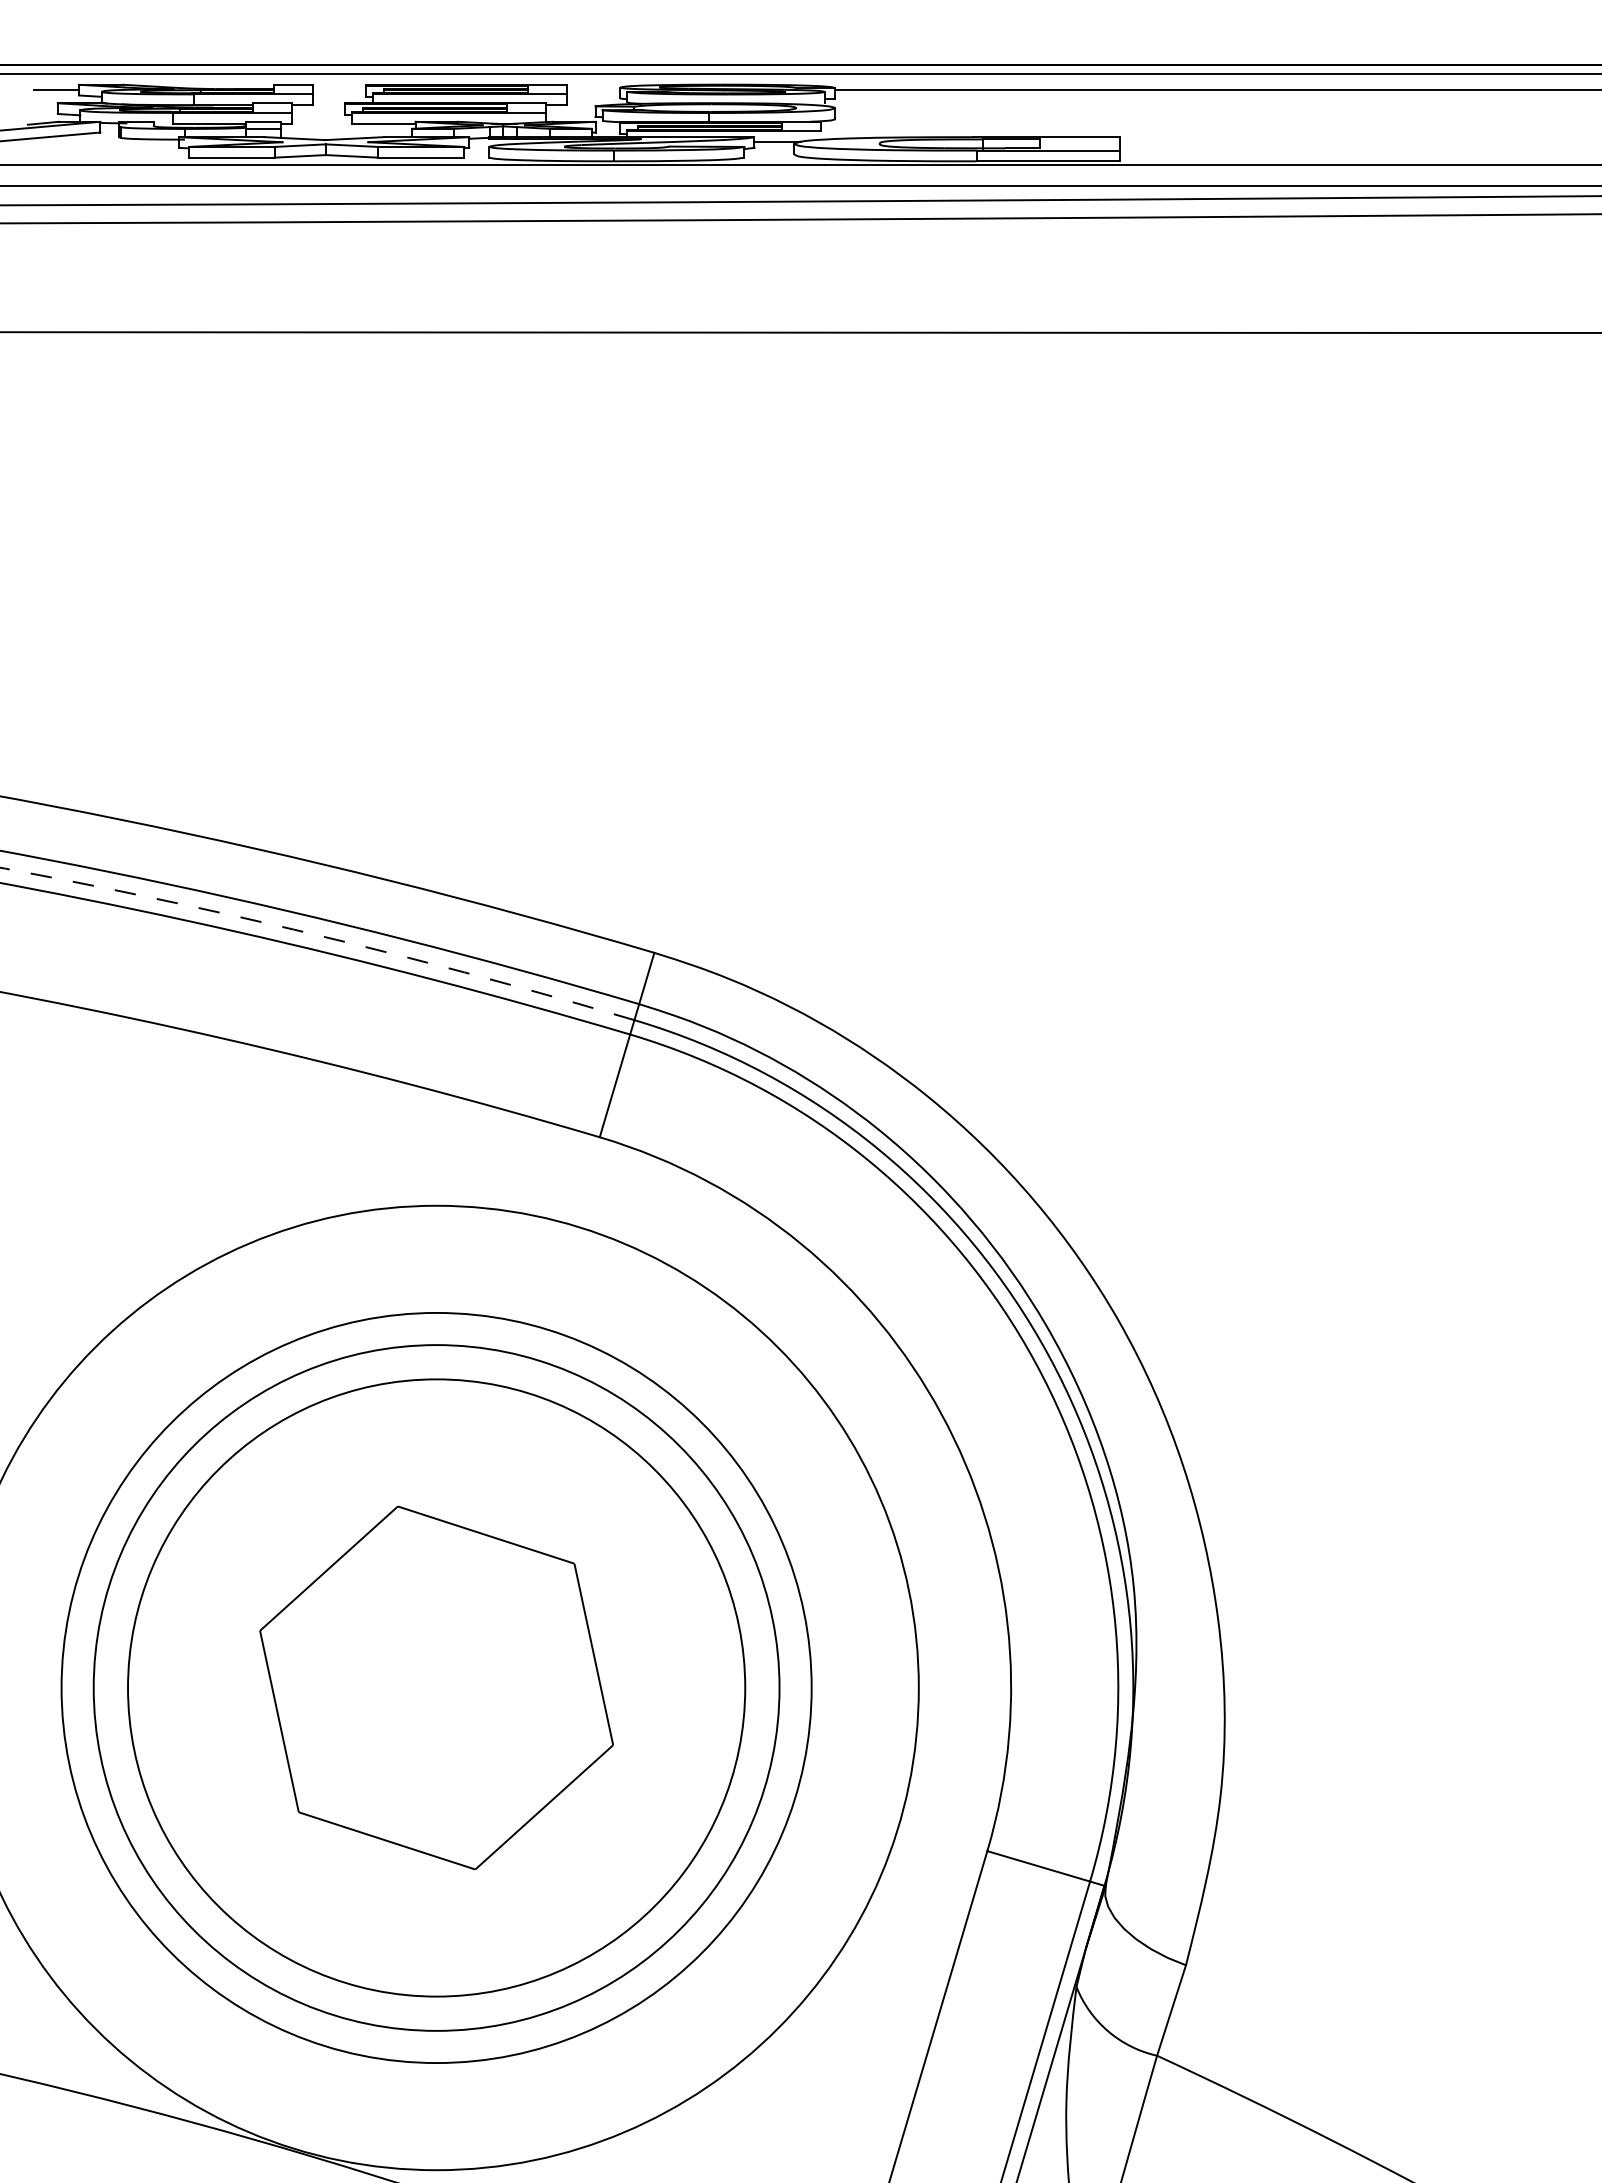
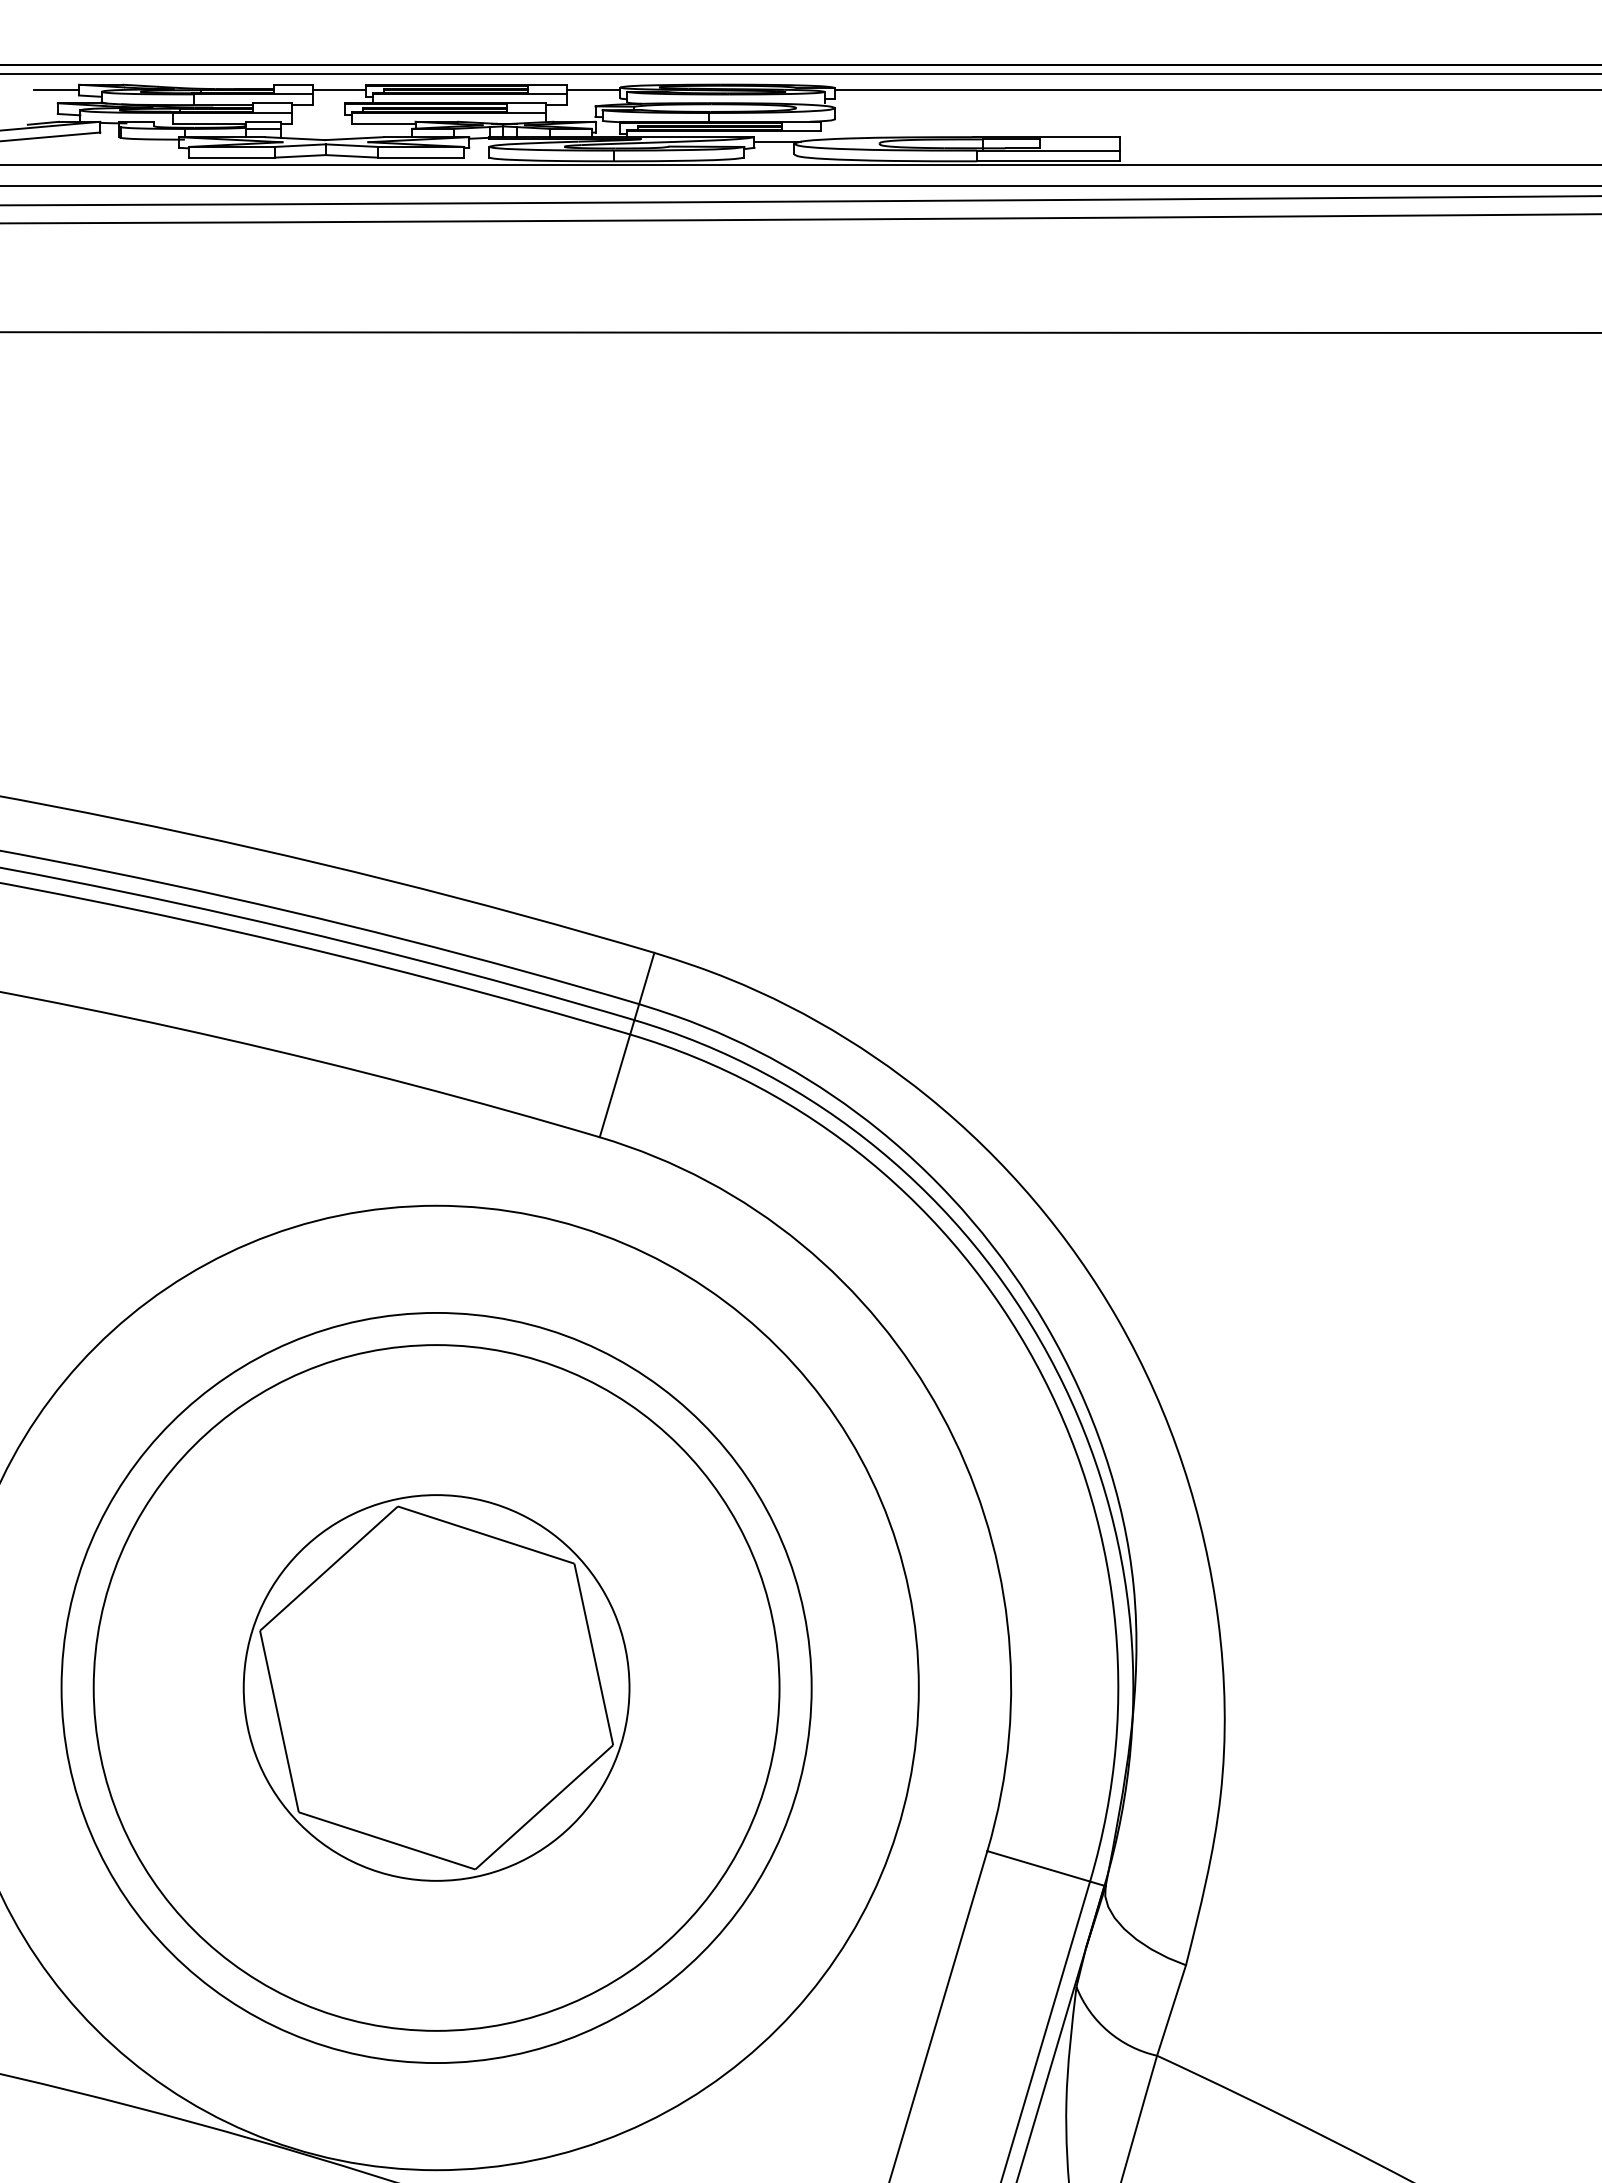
line at (339, 90): none -> present
line at (593, 90): none -> present
arc at (318, 935): dashed -> solid
circle at (436, 1687) diameter: 617 px -> 386 px
